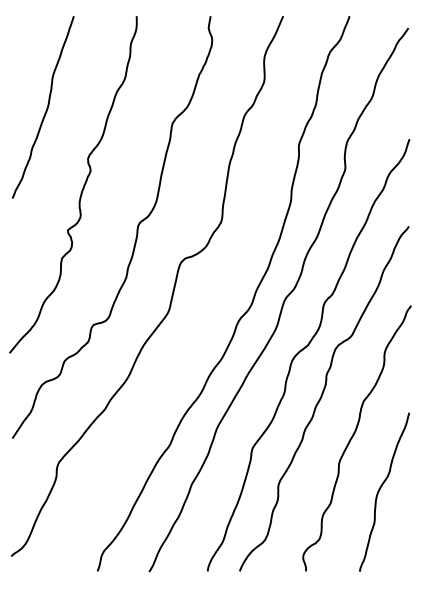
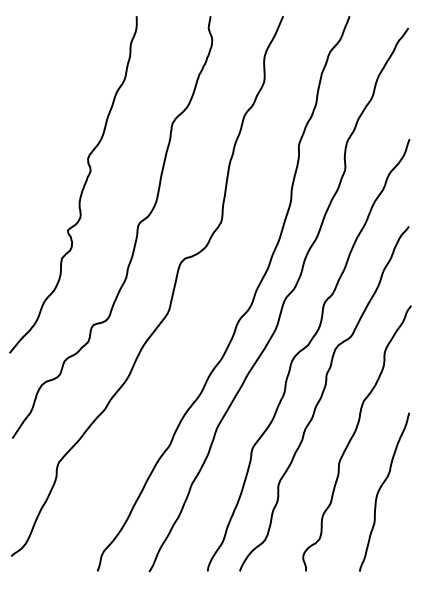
curve at (46, 107): present -> none
